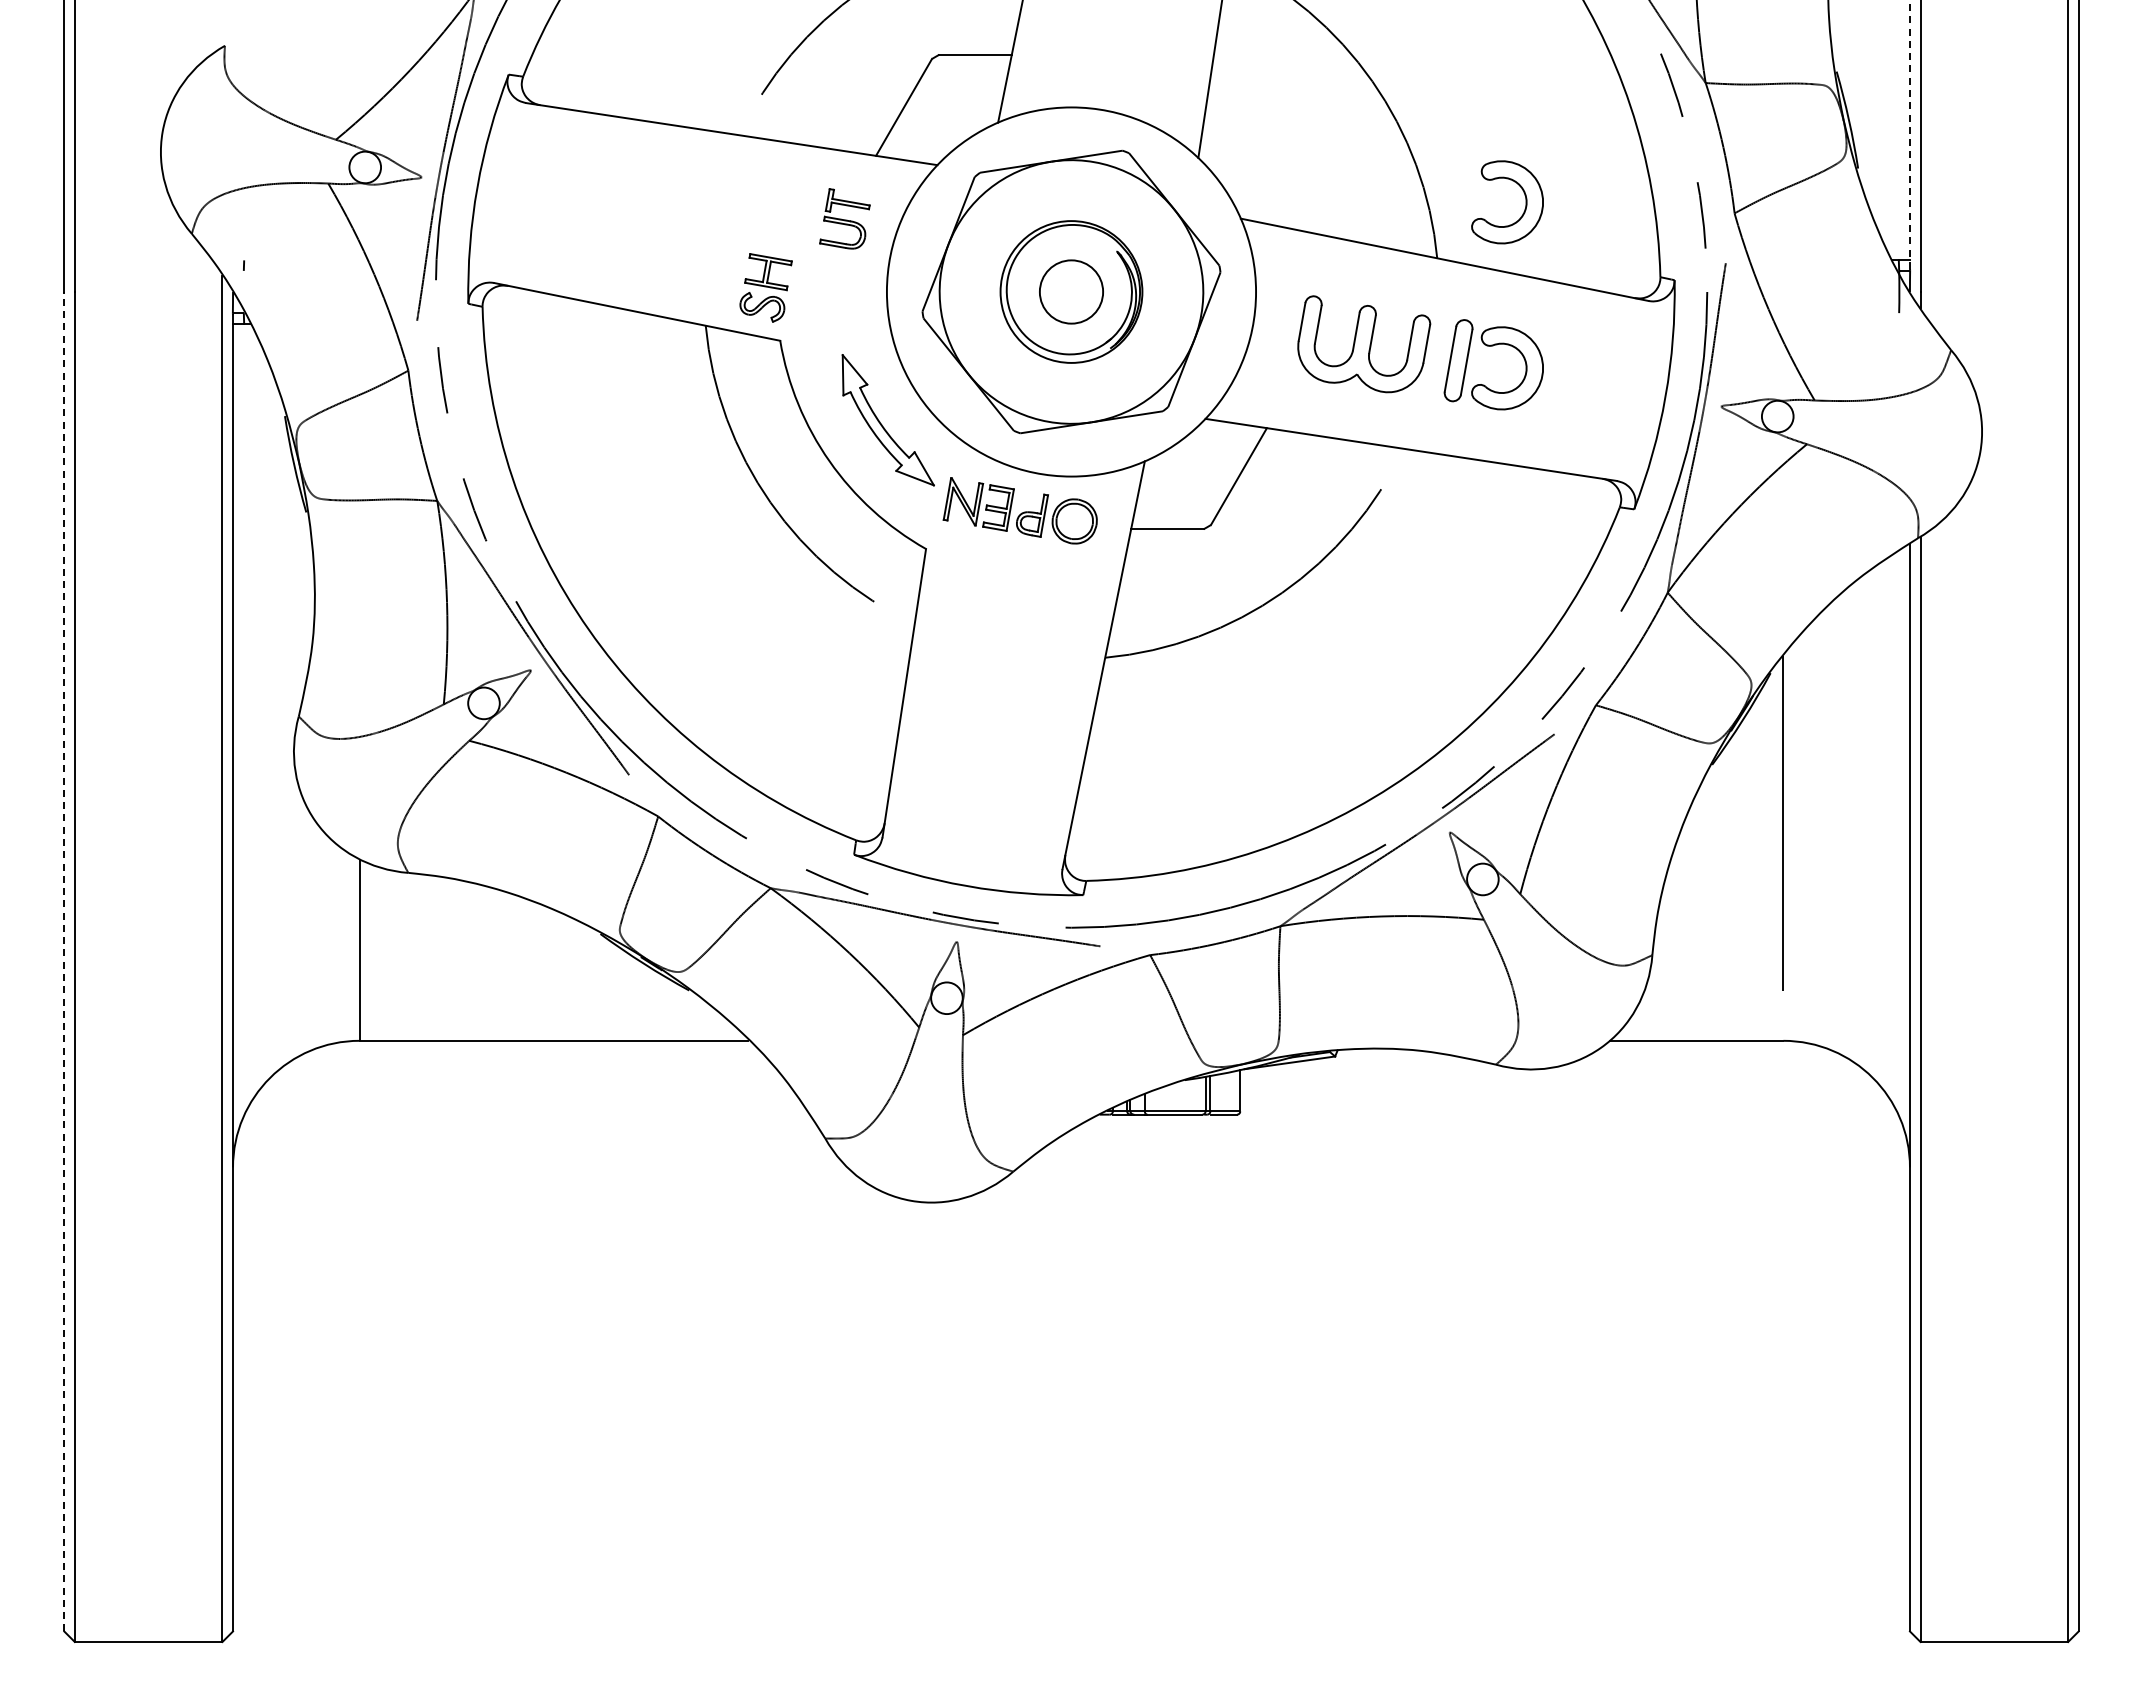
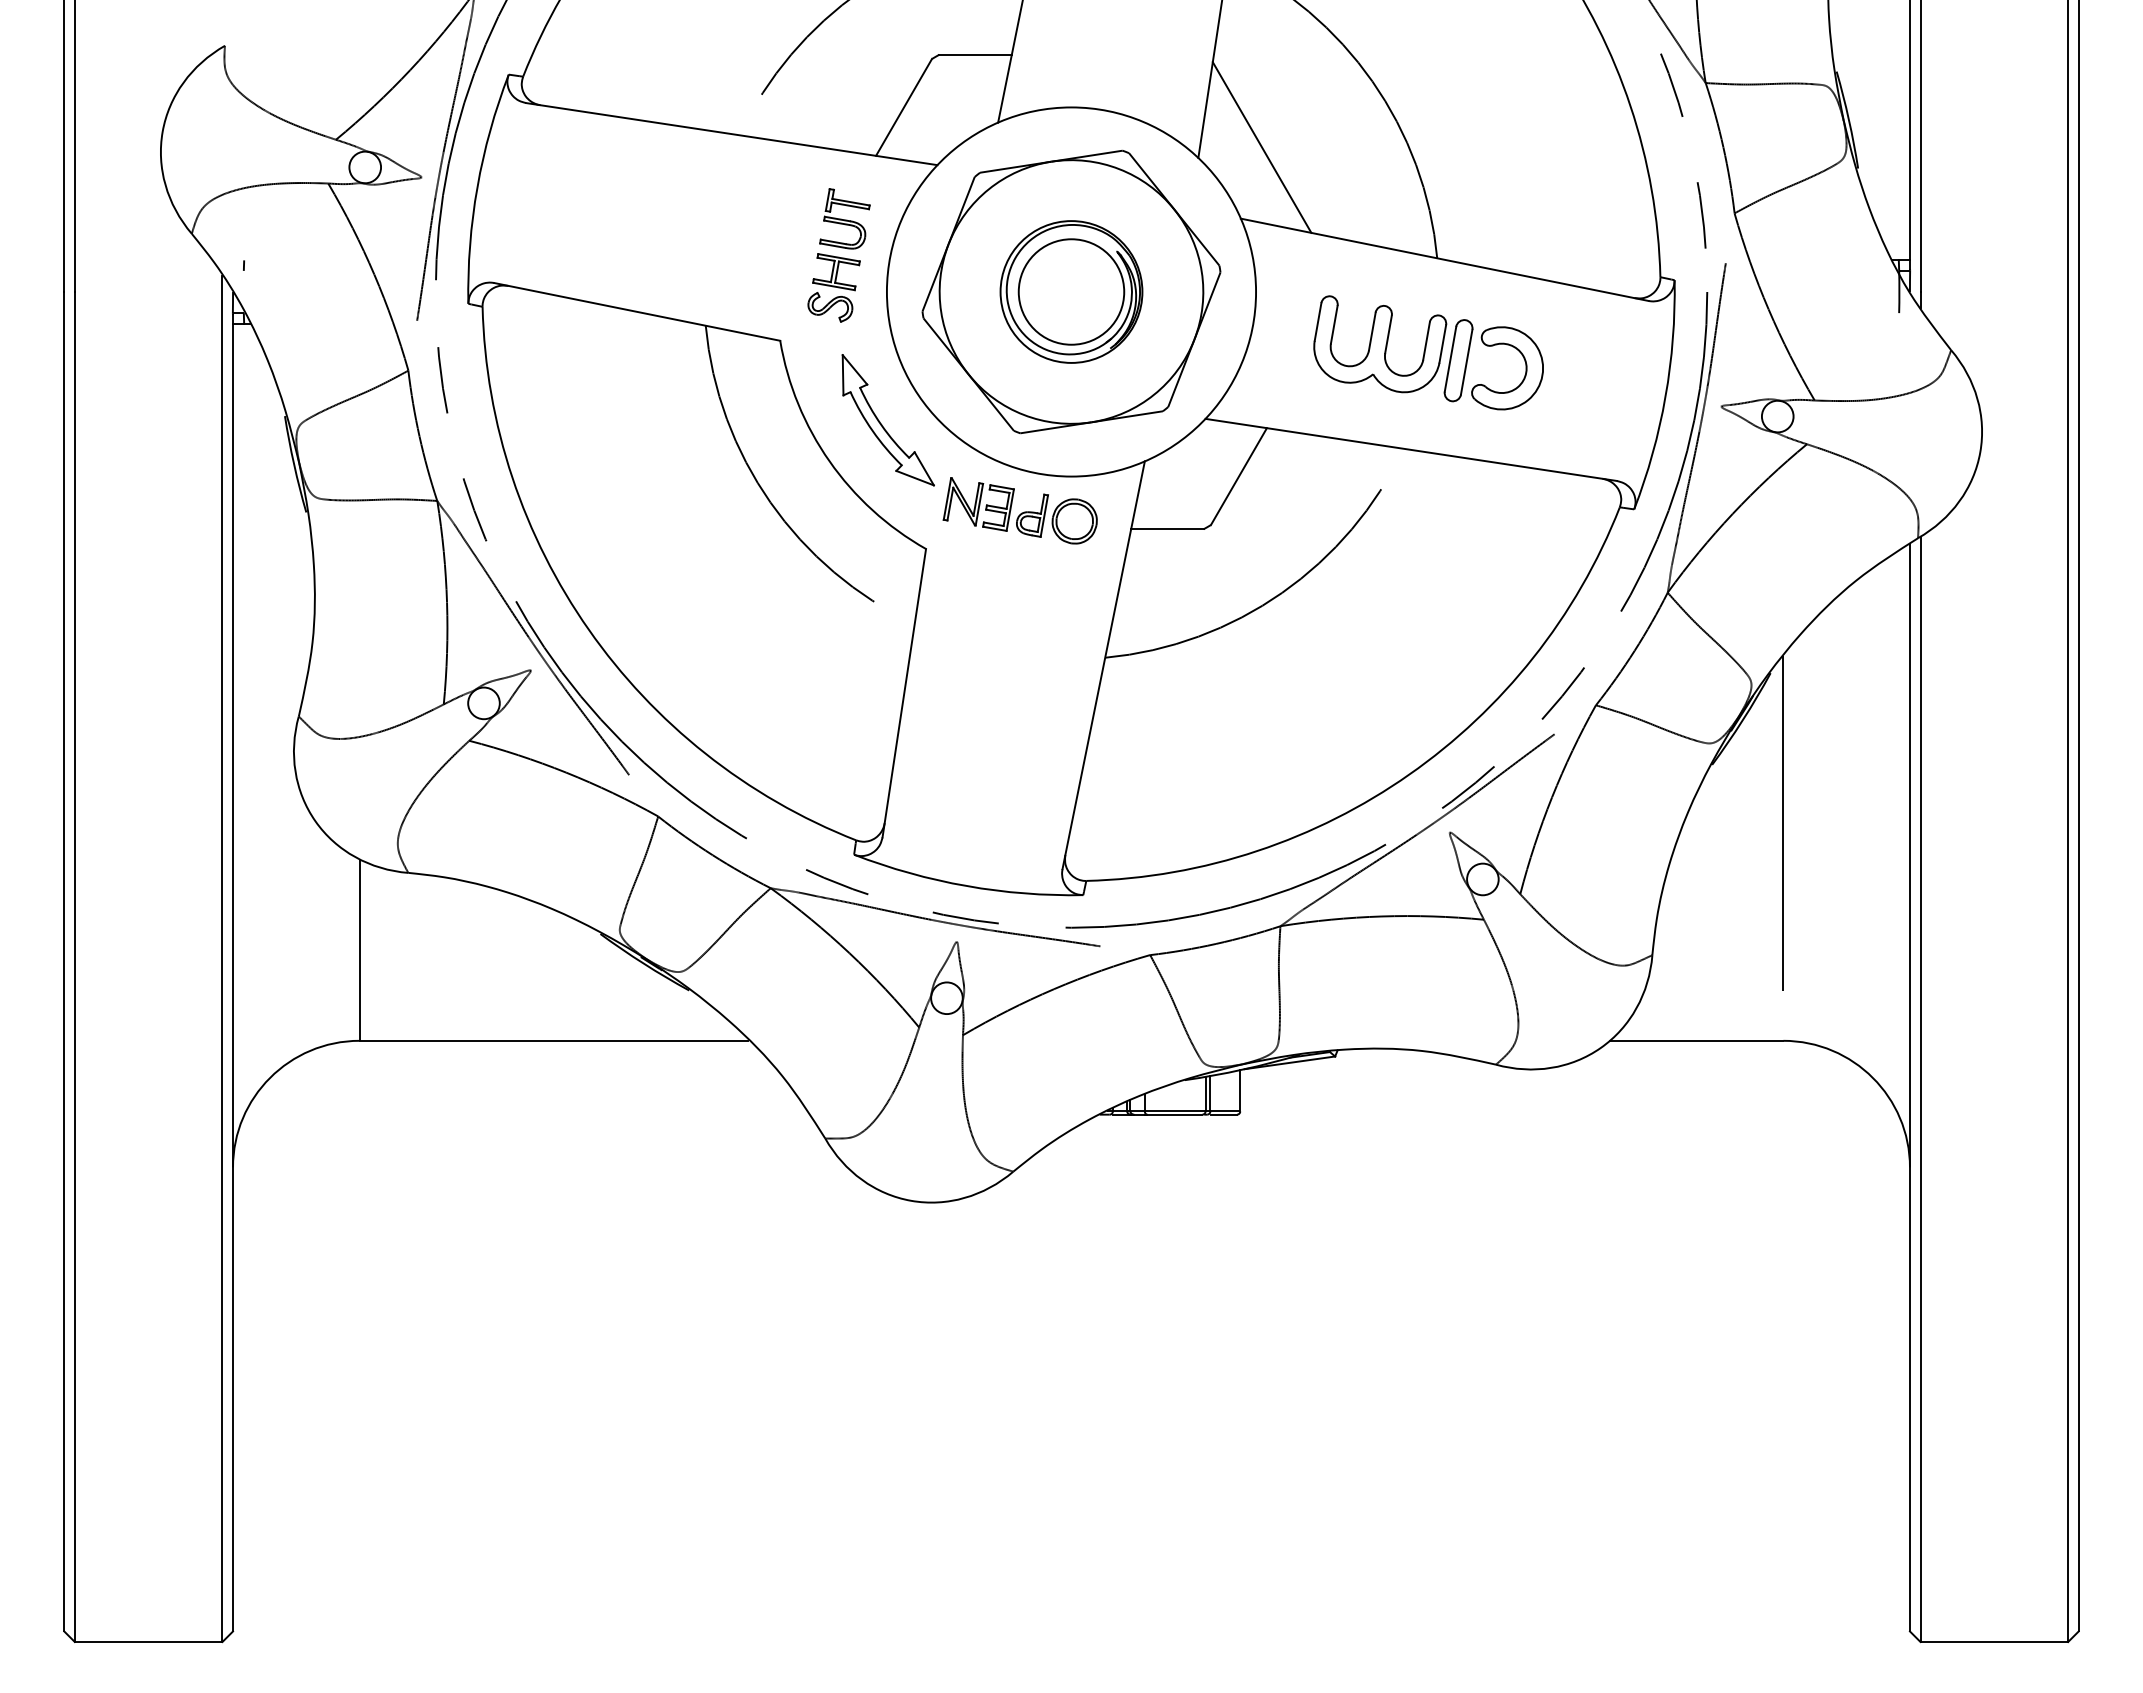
line at (1909, 133): dashed -> solid
line at (1261, 147): none -> present
part at (1525, 202): present -> none
part at (765, 287) position: (765, 287) -> (833, 287)
circle at (1071, 291) diameter: 63 px -> 105 px
part at (1364, 344) position: (1364, 344) -> (1380, 344)
line at (64, 961): dashed -> solid
